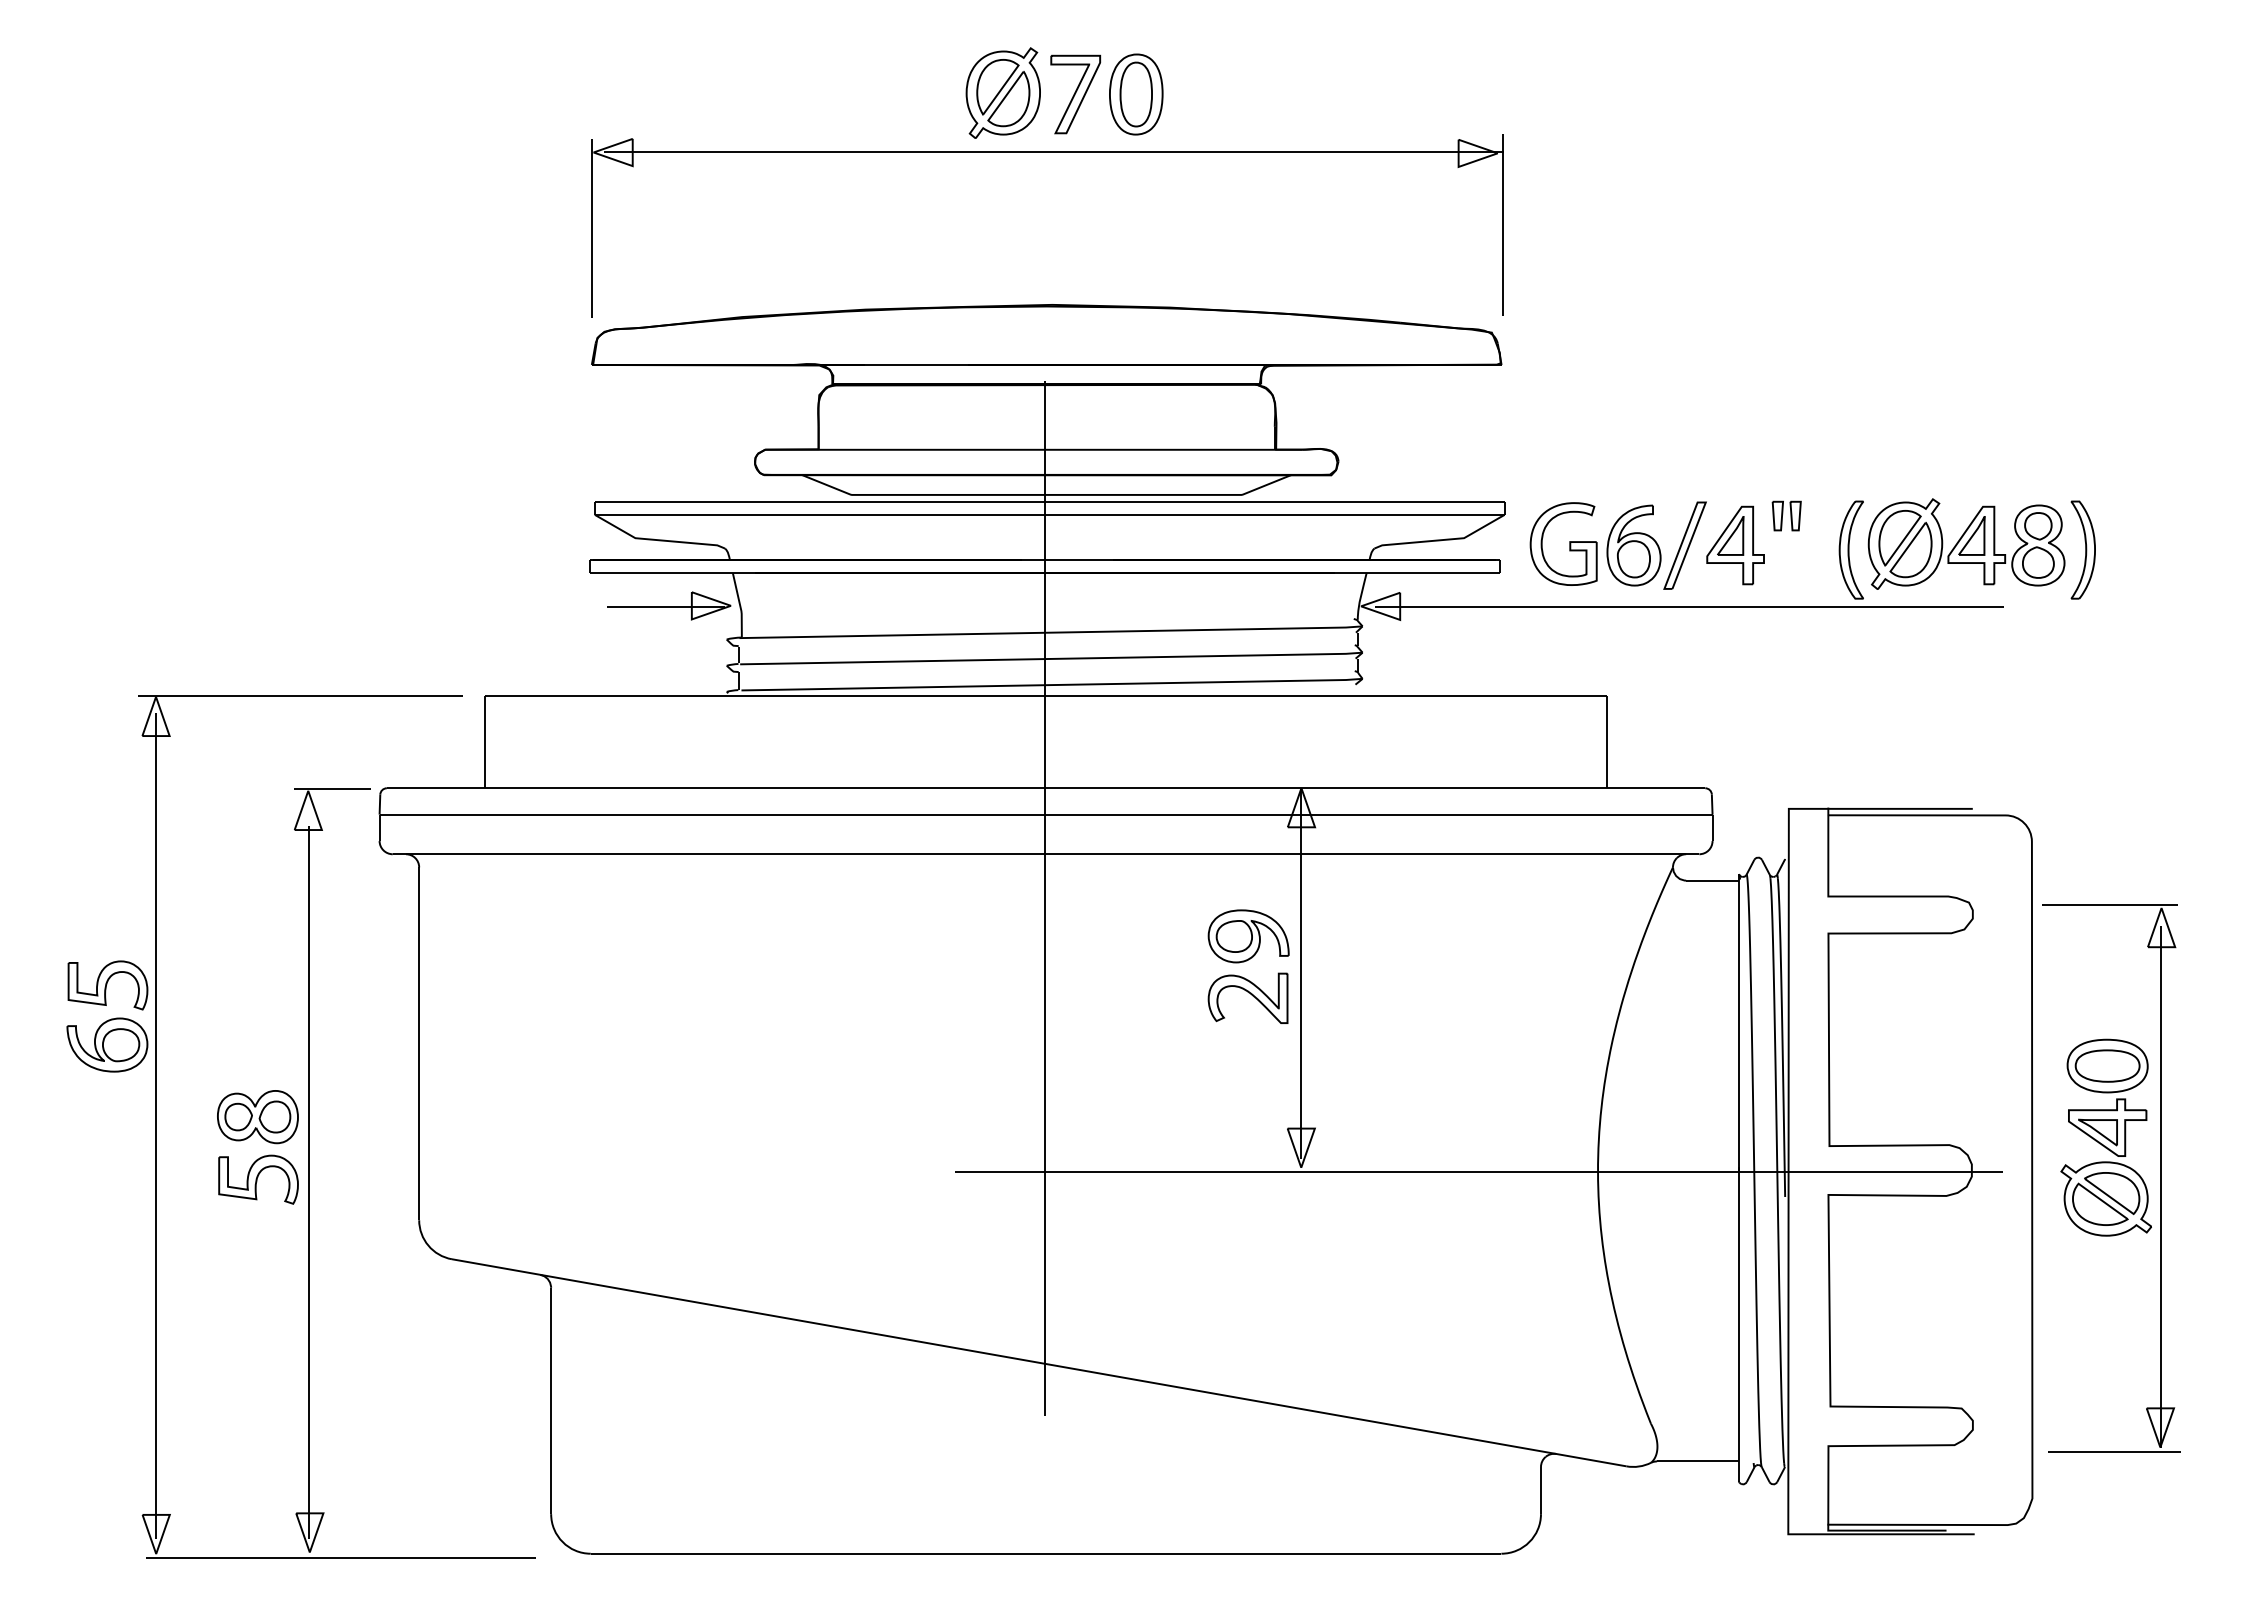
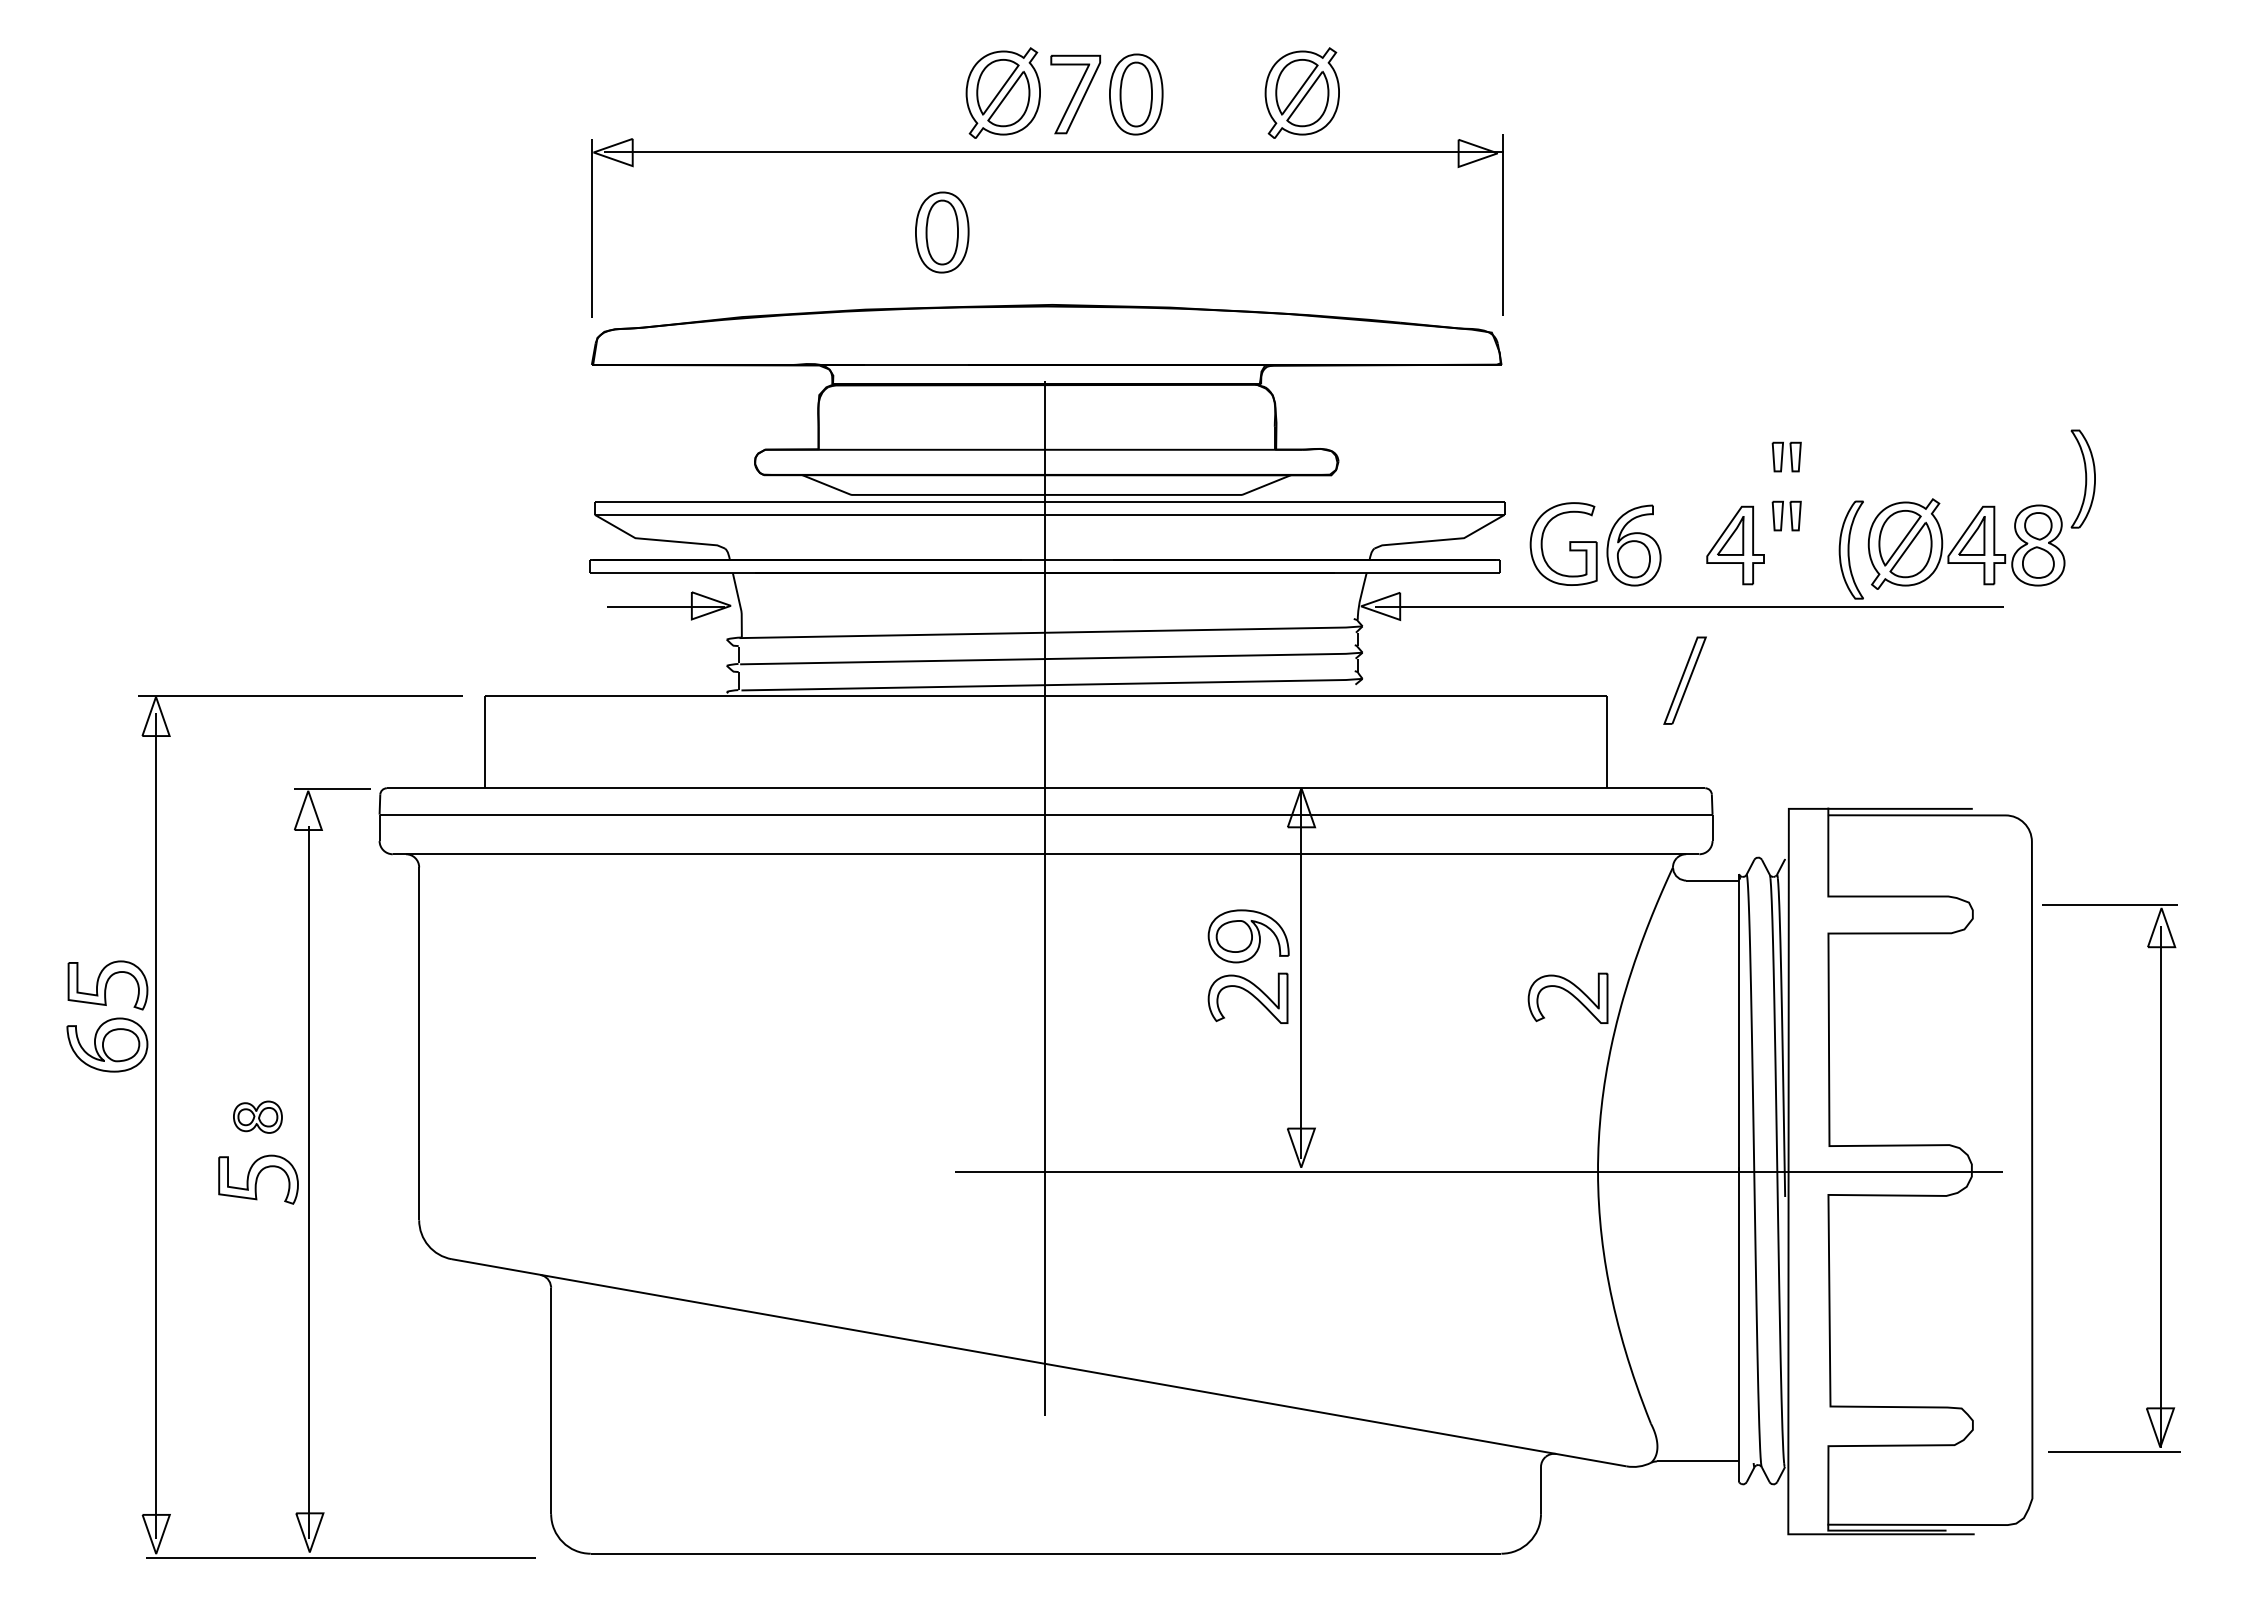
part at (1301, 92): none -> present
part at (942, 232): none -> present
part at (1786, 456): none -> present
part at (1684, 545) position: (1684, 545) -> (1684, 680)
part at (2082, 549) position: (2082, 549) -> (2082, 478)
part at (1567, 997): none -> present
part at (257, 1117) size: 82x55 px -> 50x34 px
part at (2105, 1137): present -> none
